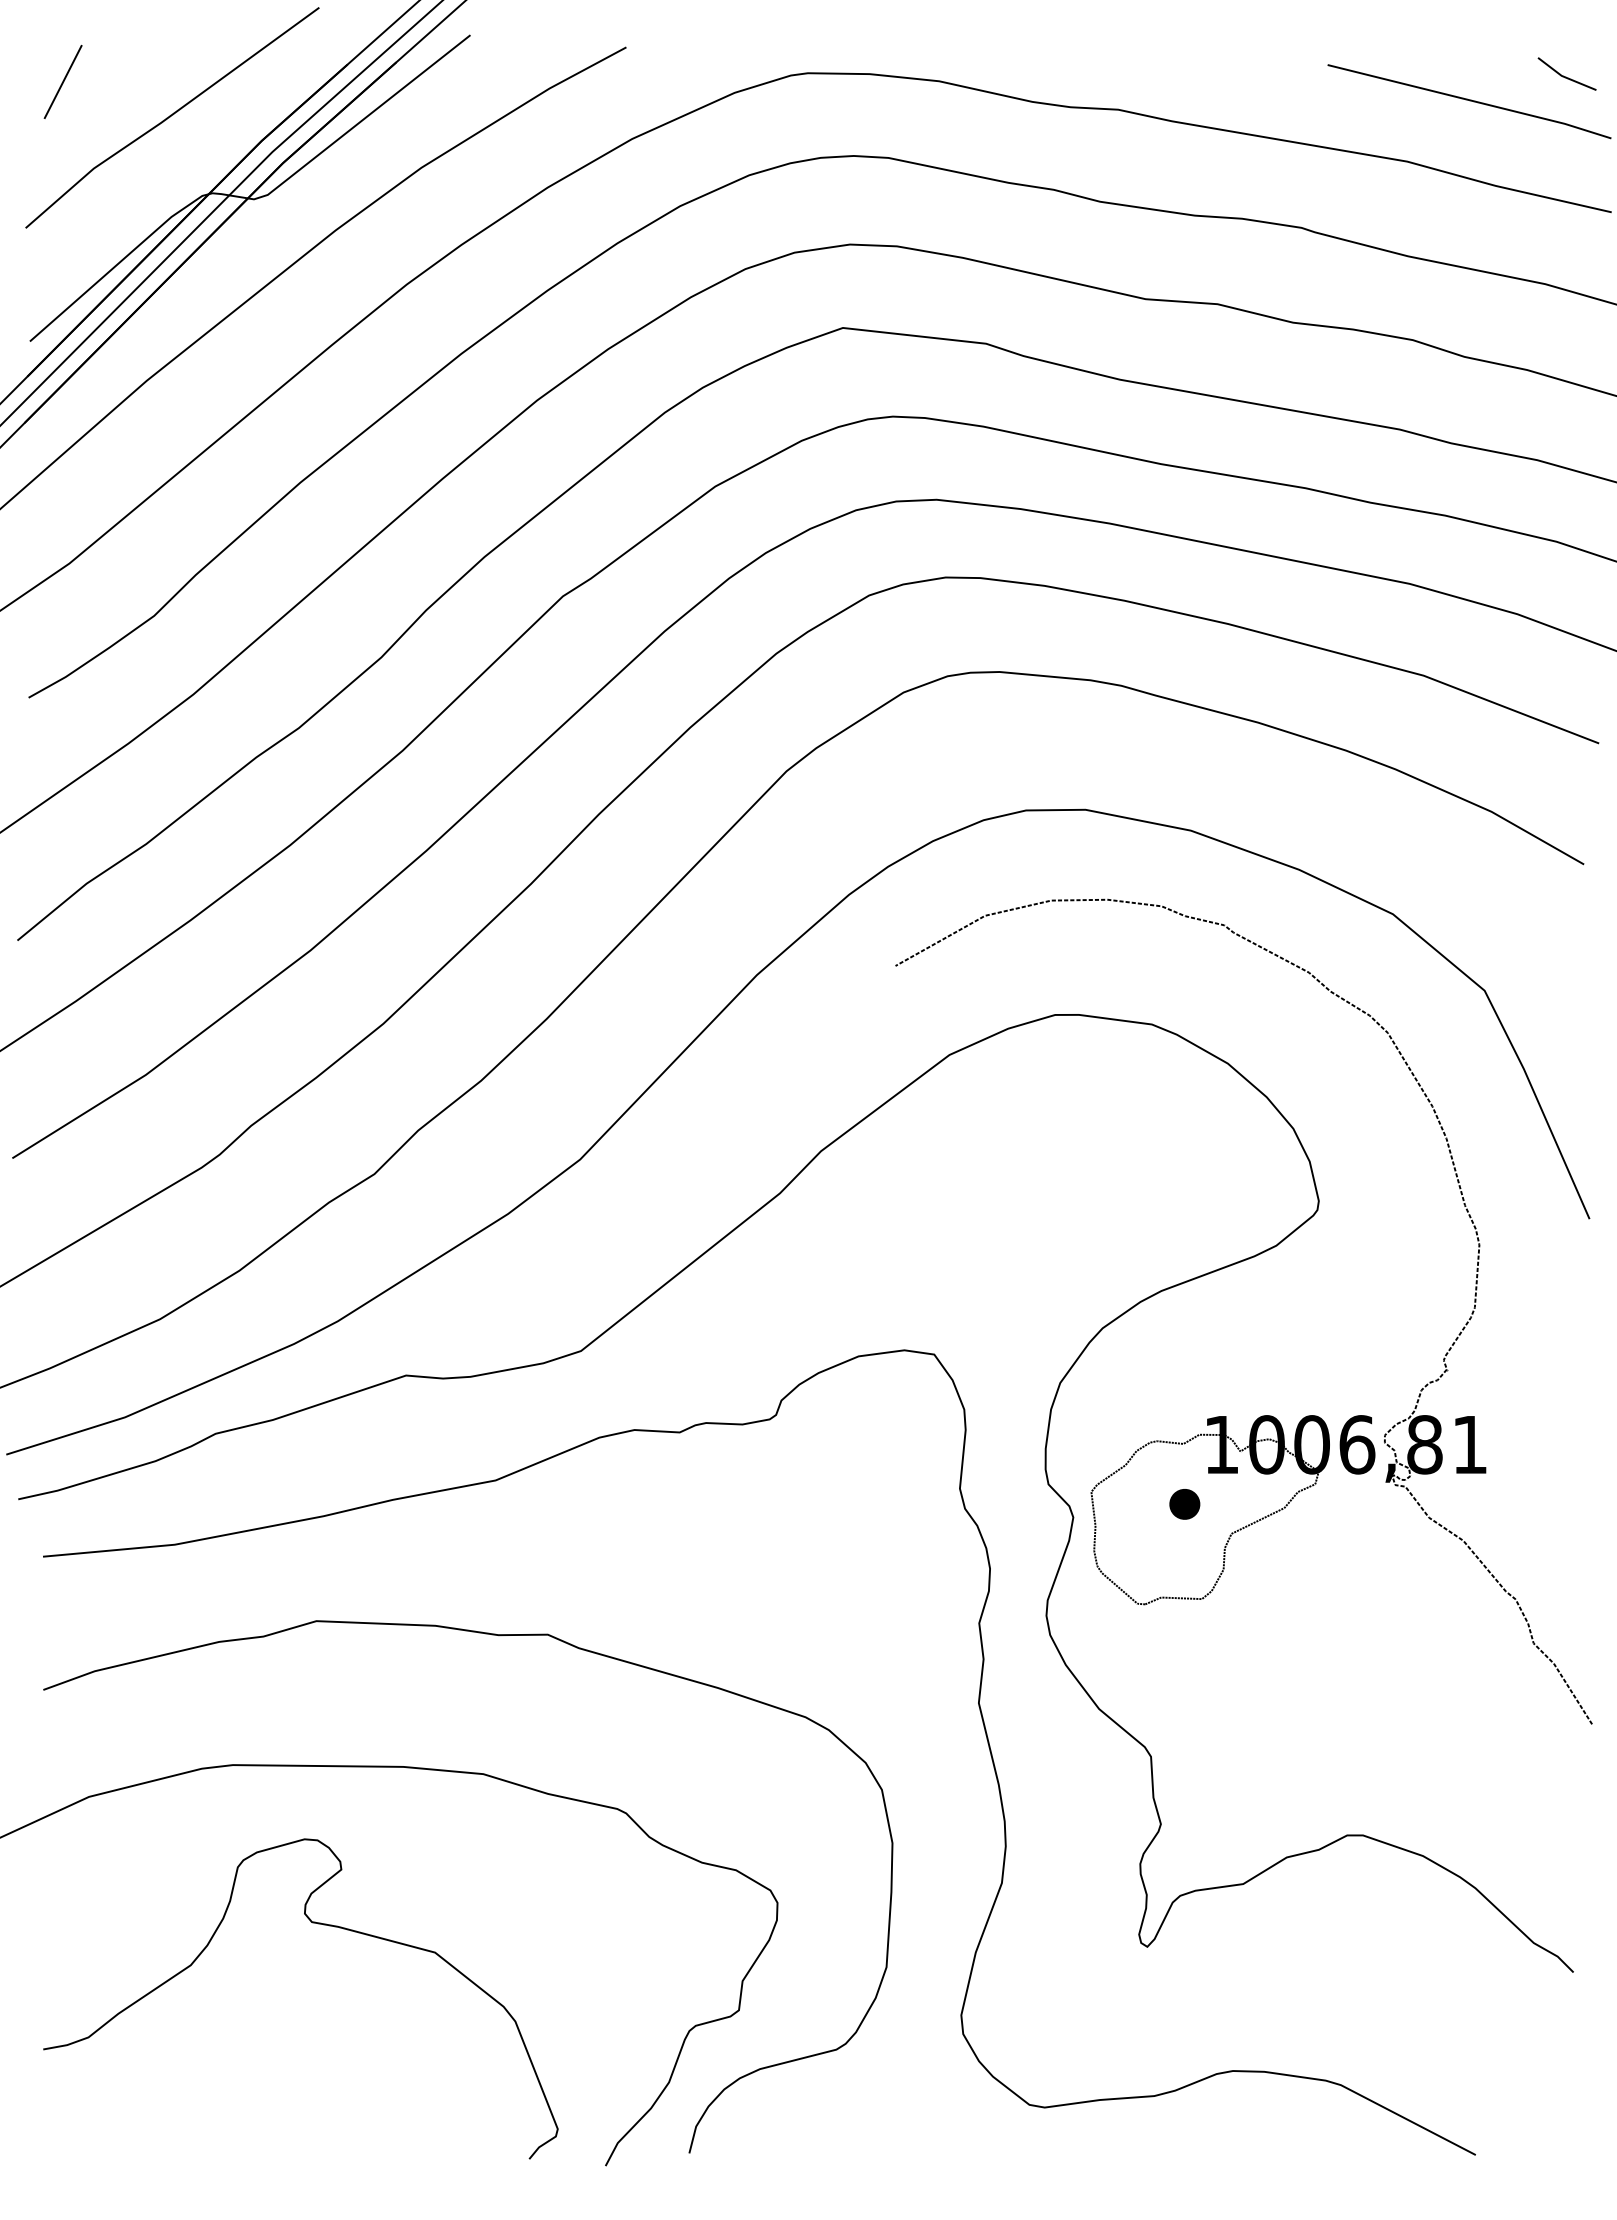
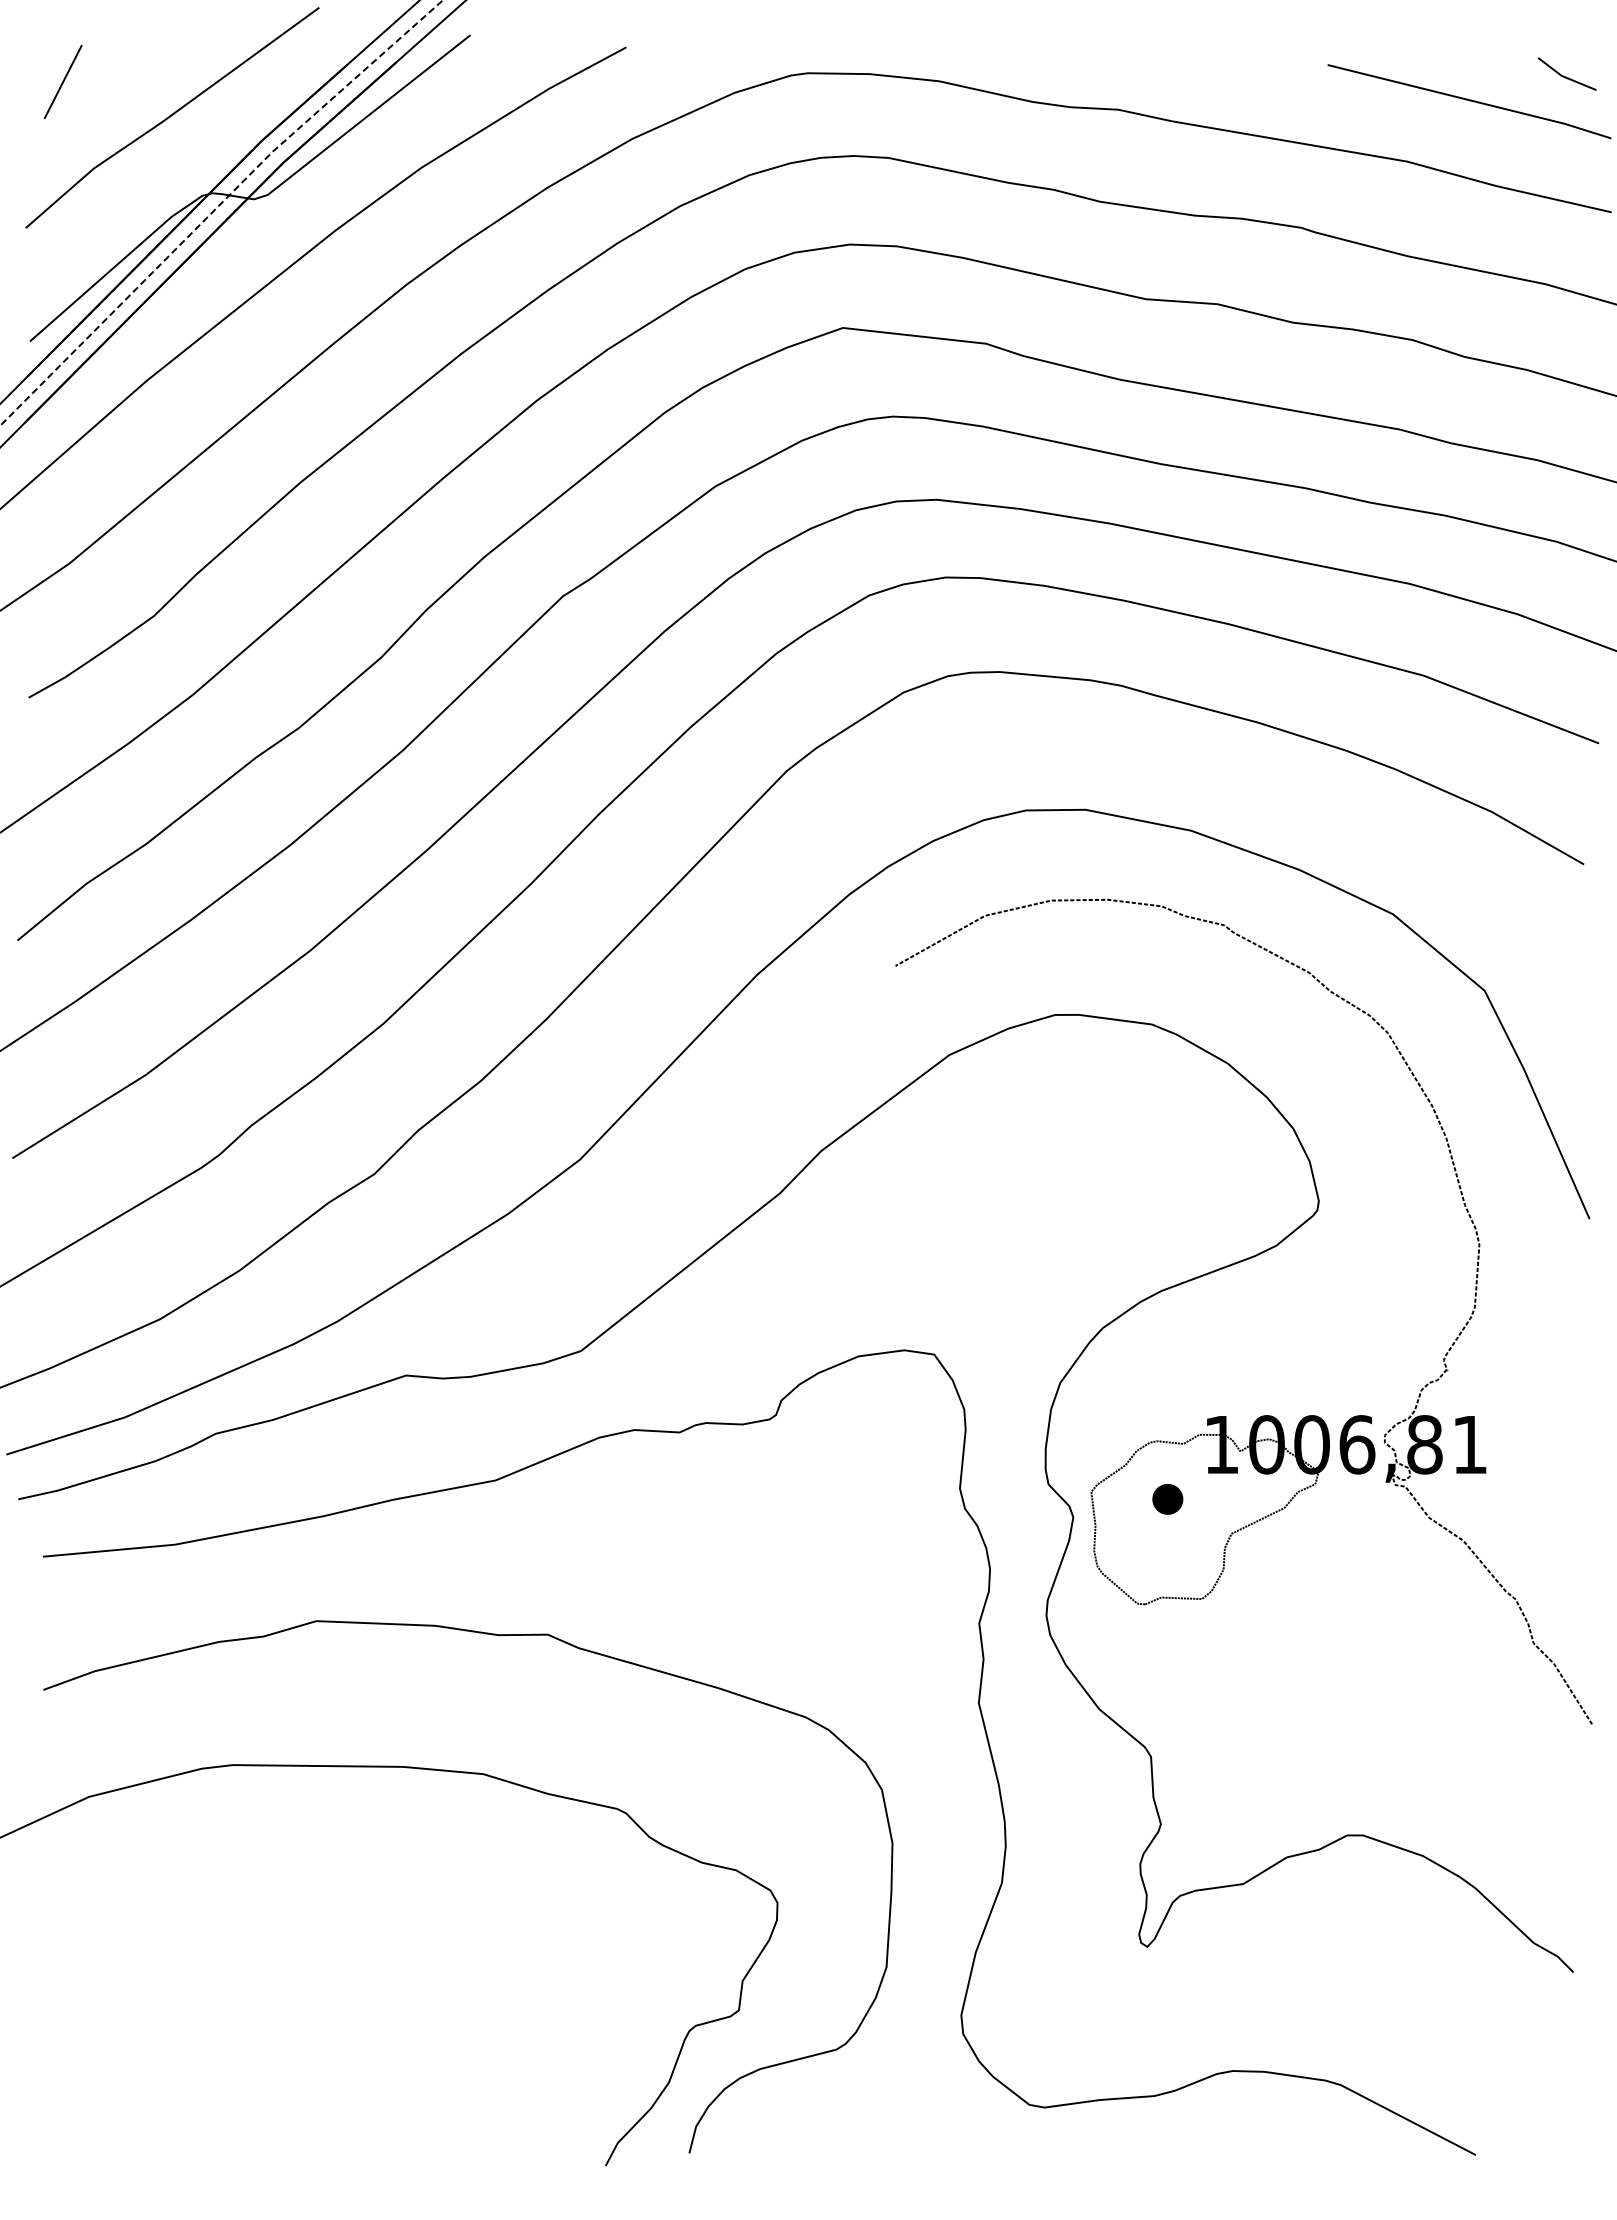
line at (217, 207): solid -> dashed
part at (1184, 1504) position: (1184, 1504) -> (1167, 1499)
part at (312, 1923): present -> none
